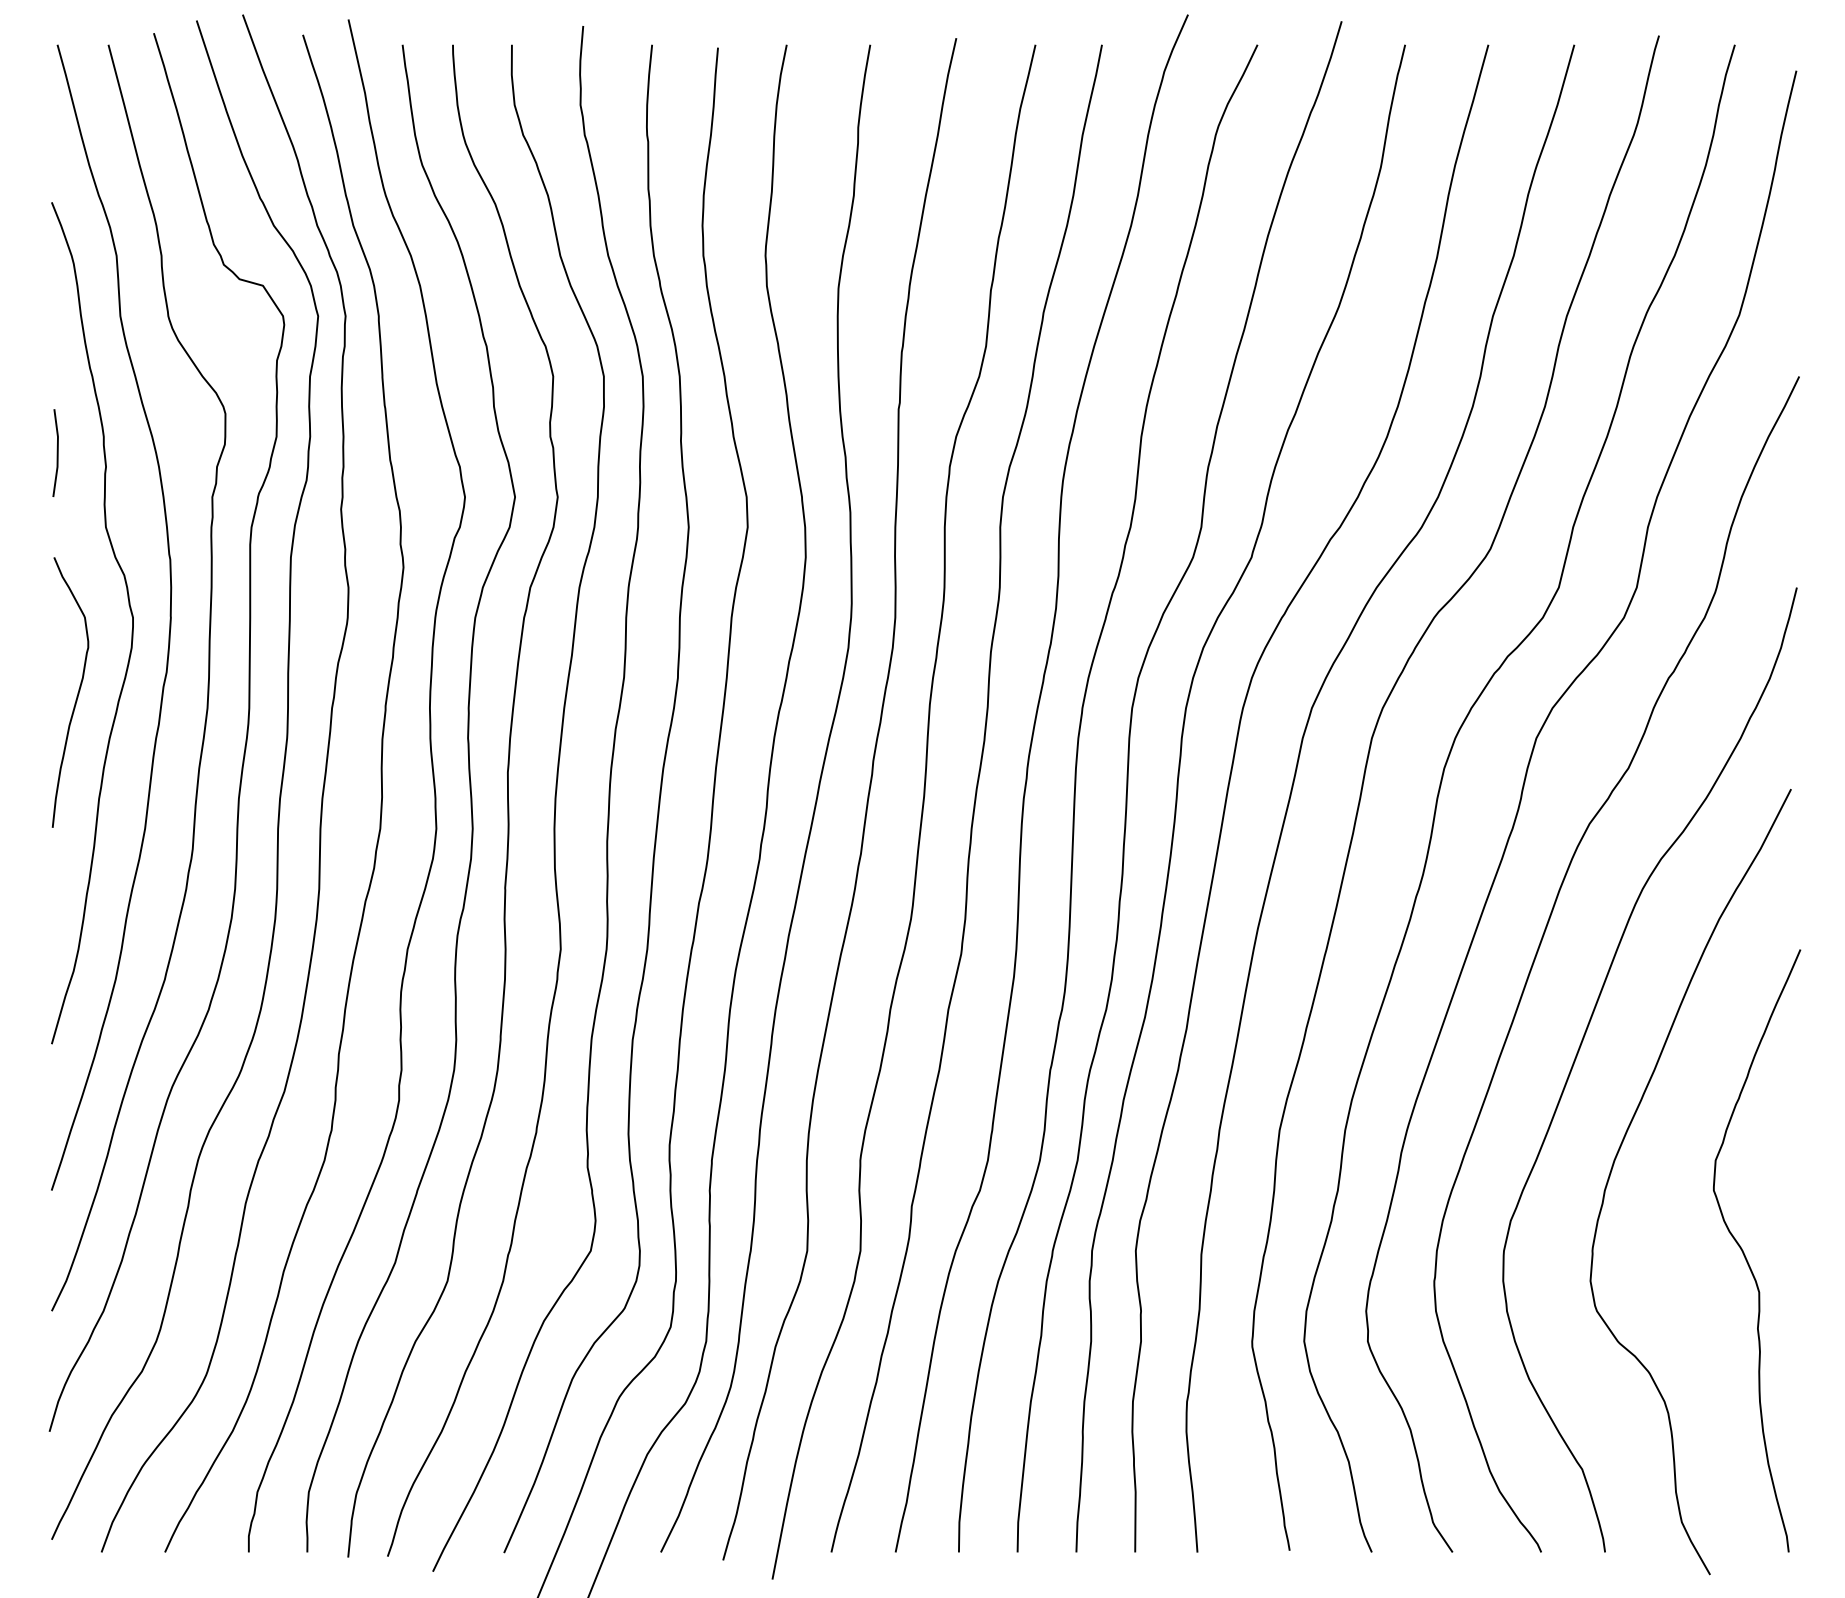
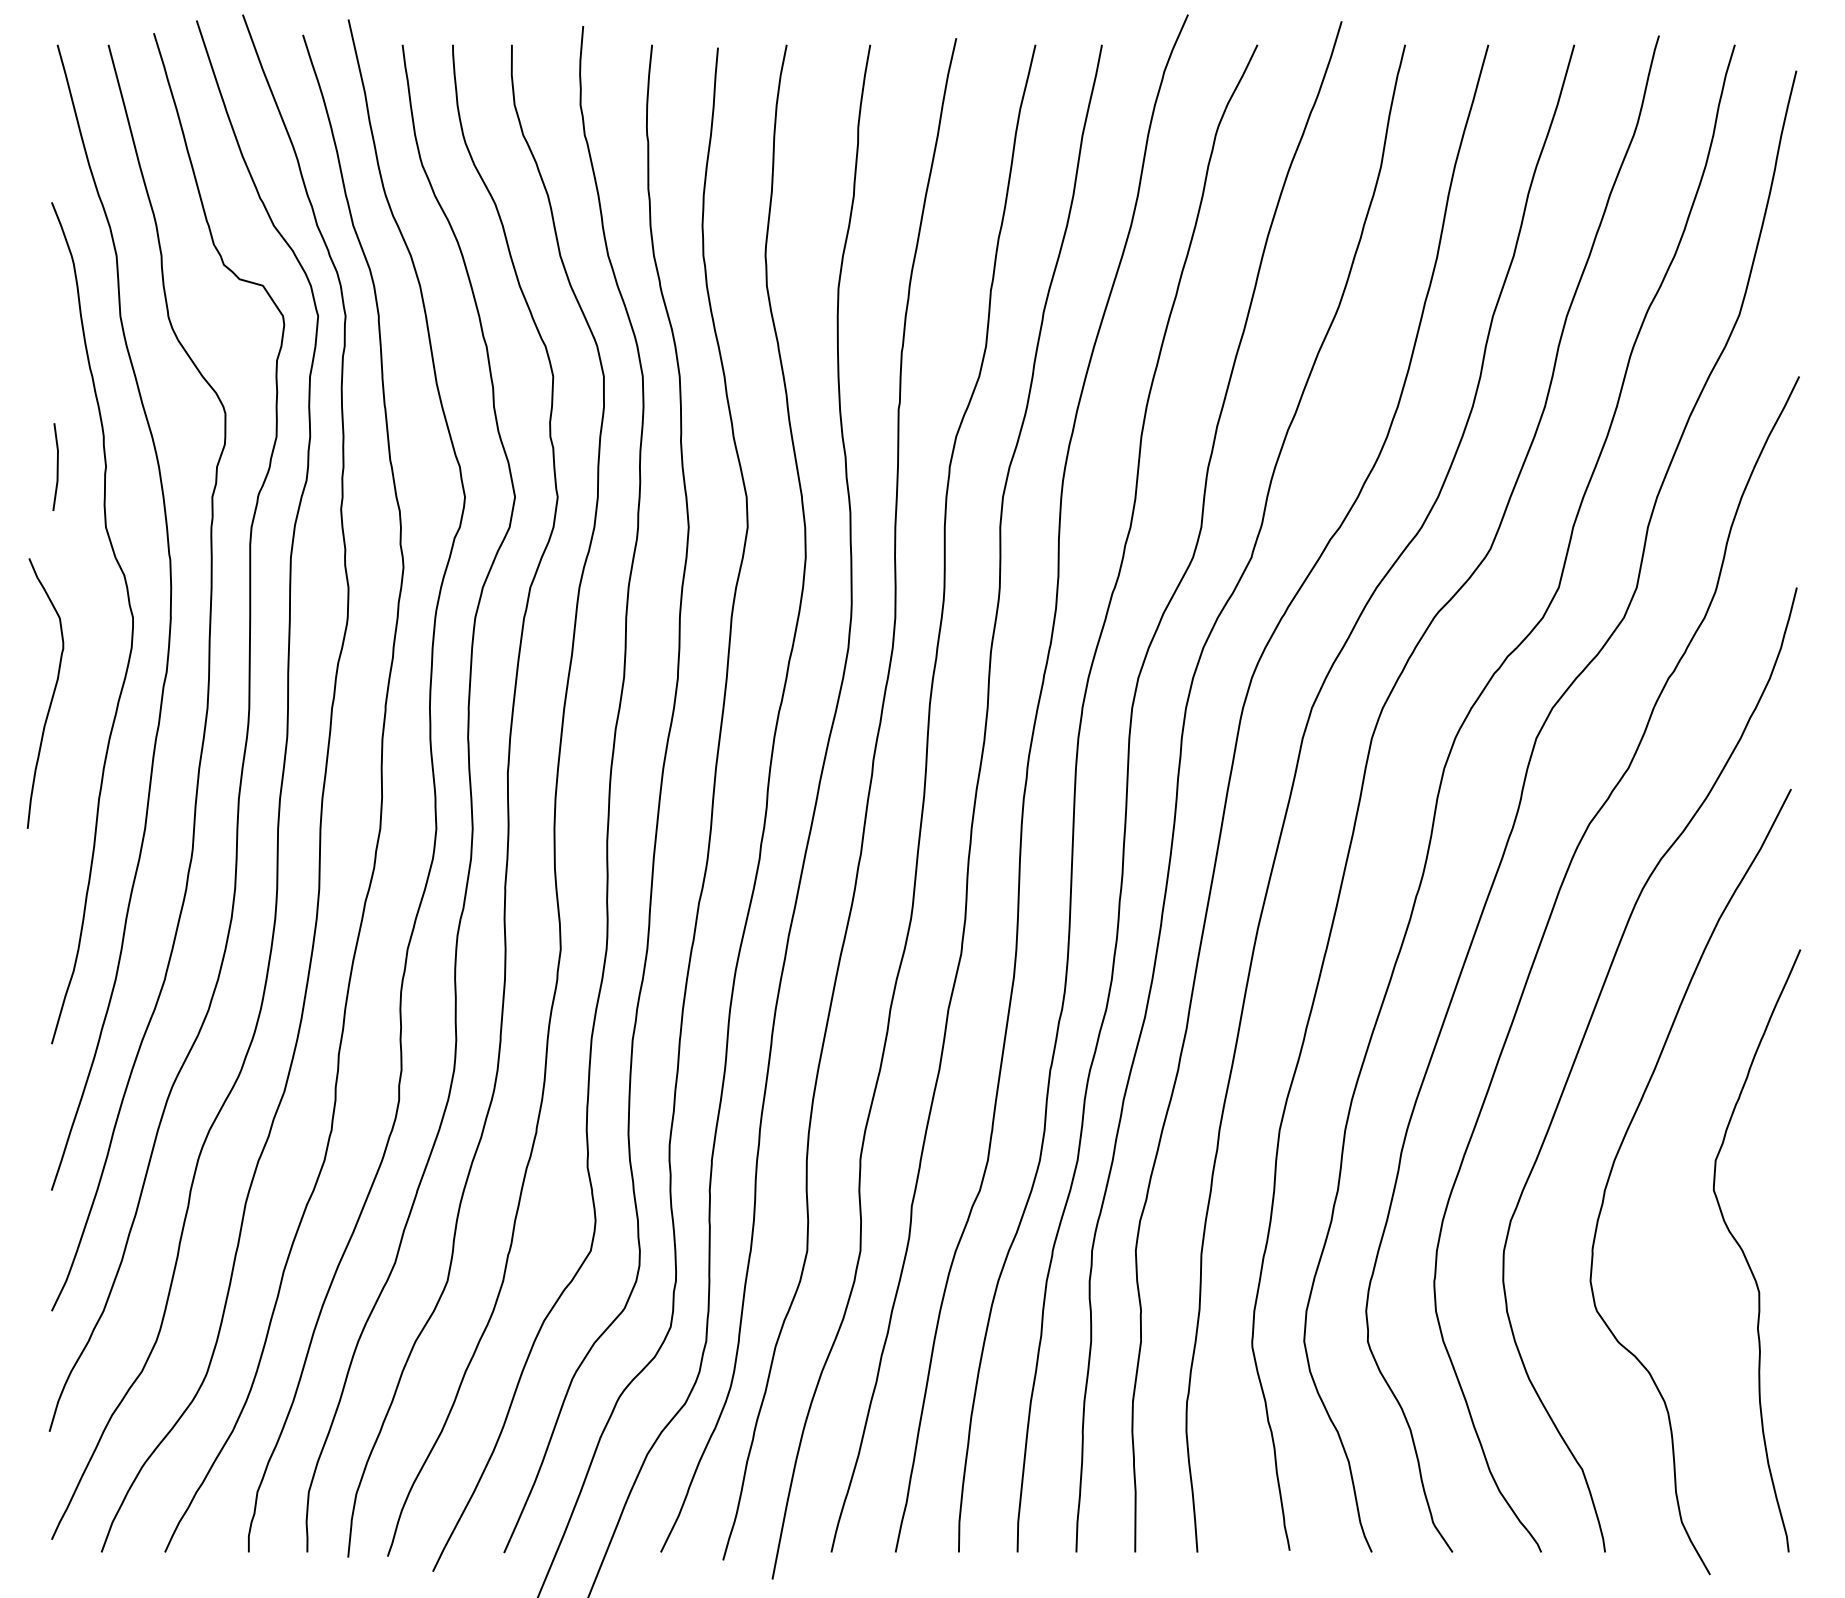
line at (56, 452) position: (56, 452) -> (56, 466)
curve at (77, 692) position: (77, 692) -> (52, 693)
